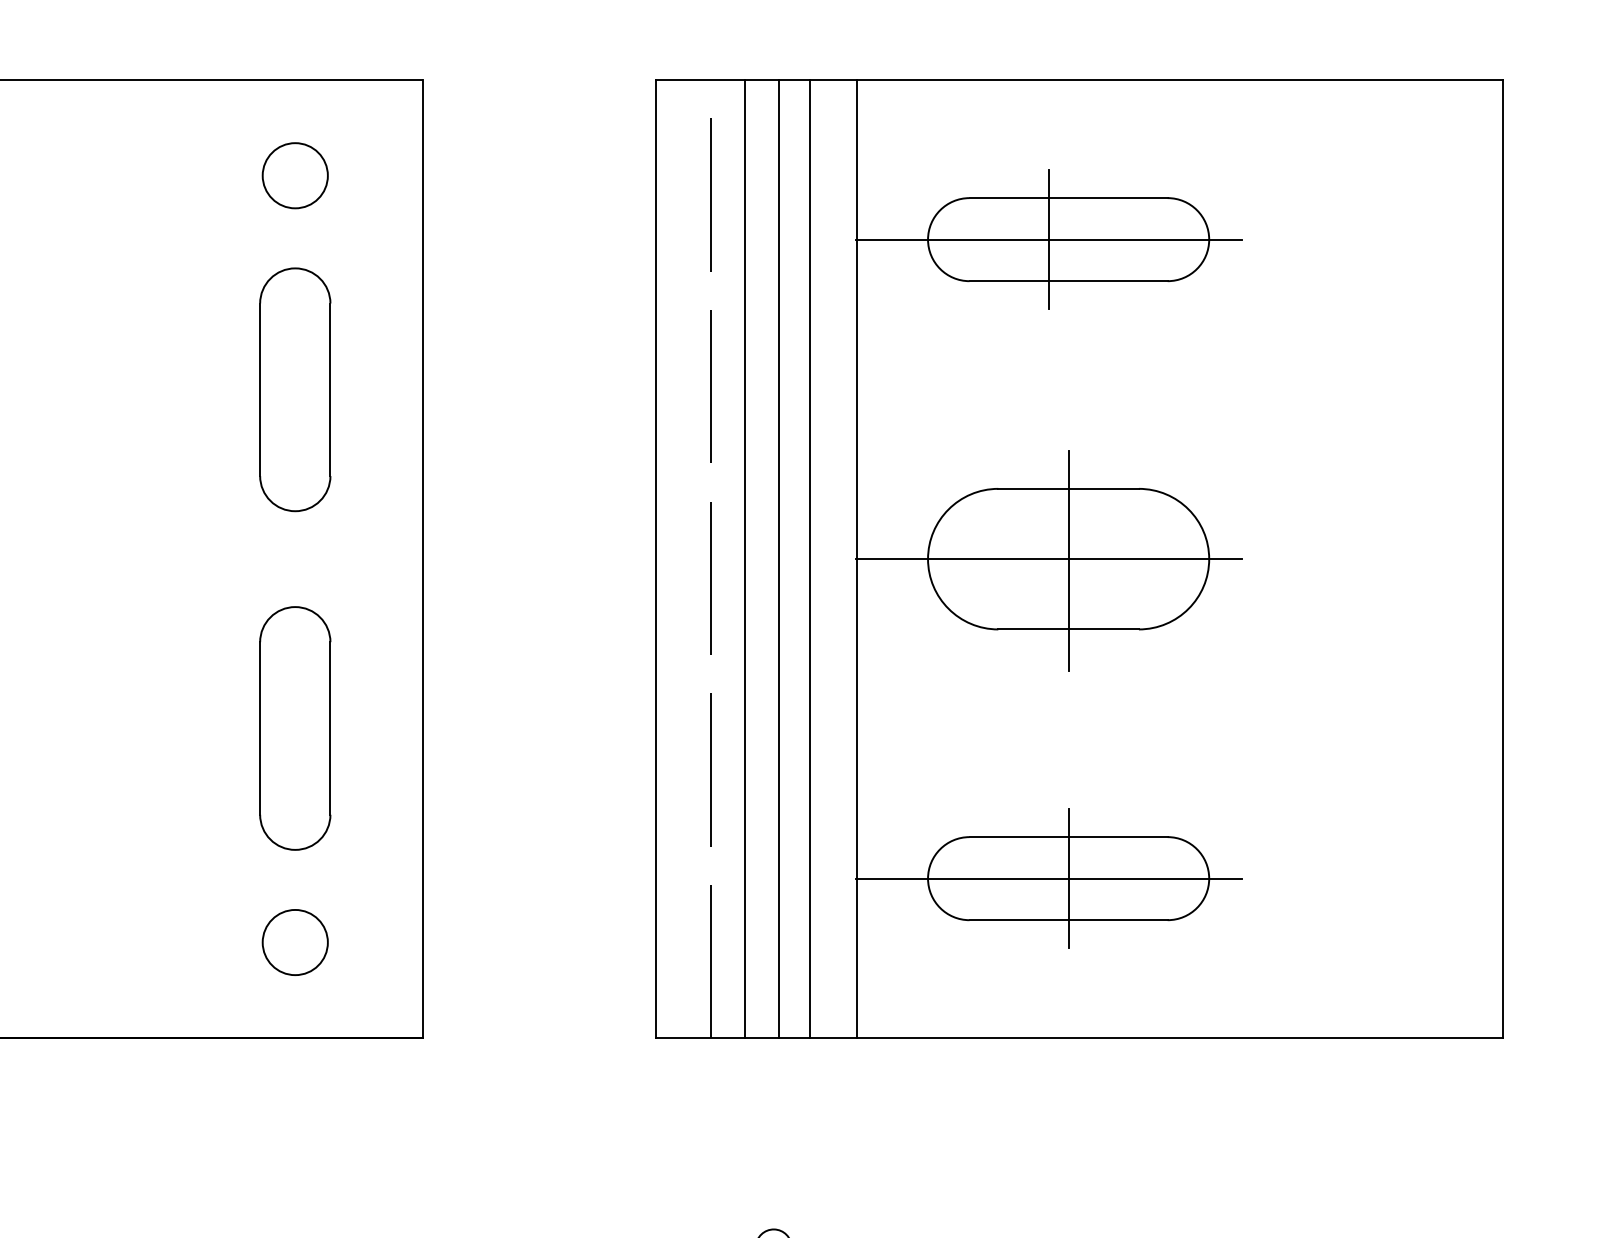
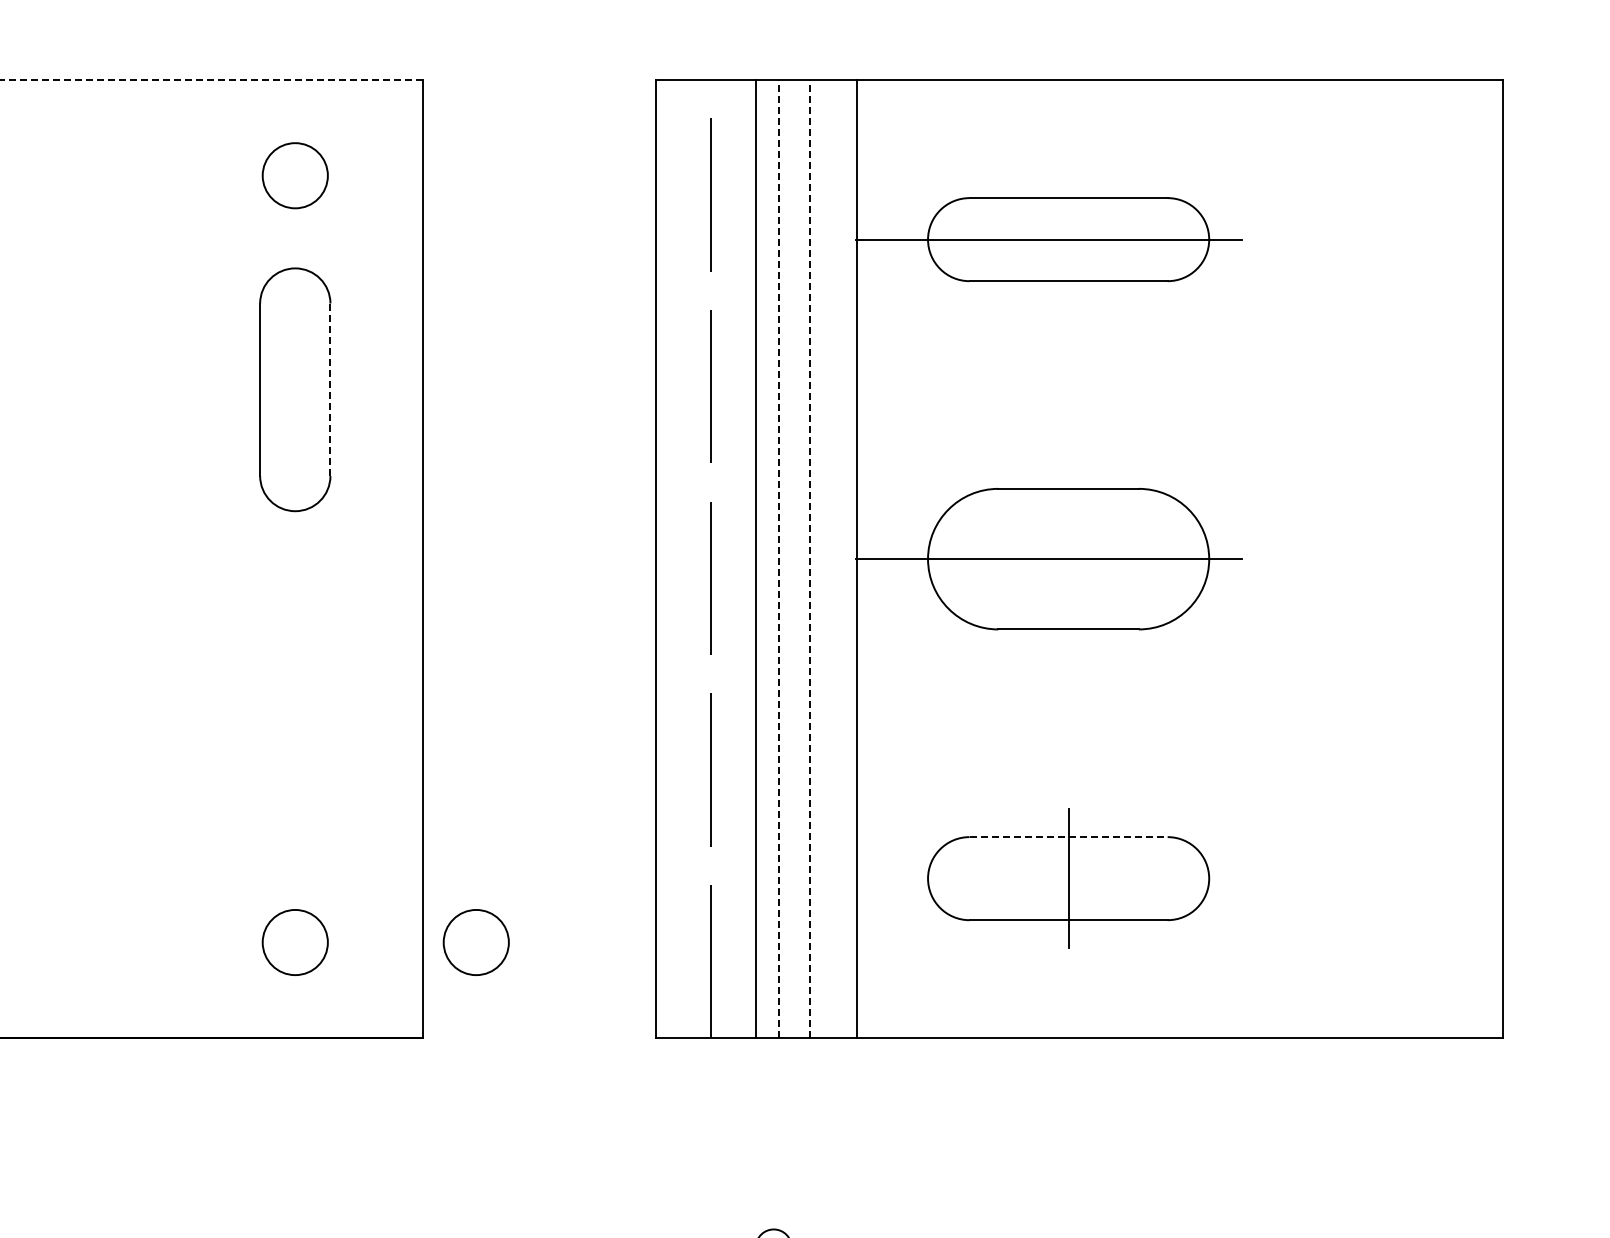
line at (211, 79): solid -> dashed
line at (1049, 239): present -> none
line at (330, 390): solid -> dashed
line at (745, 558) position: (745, 558) -> (756, 558)
line at (779, 558): solid -> dashed
line at (810, 558): solid -> dashed
line at (1068, 561): present -> none
part at (295, 728): present -> none
line at (1069, 837): solid -> dashed
line at (1049, 878): present -> none
circle at (475, 942): none -> present
